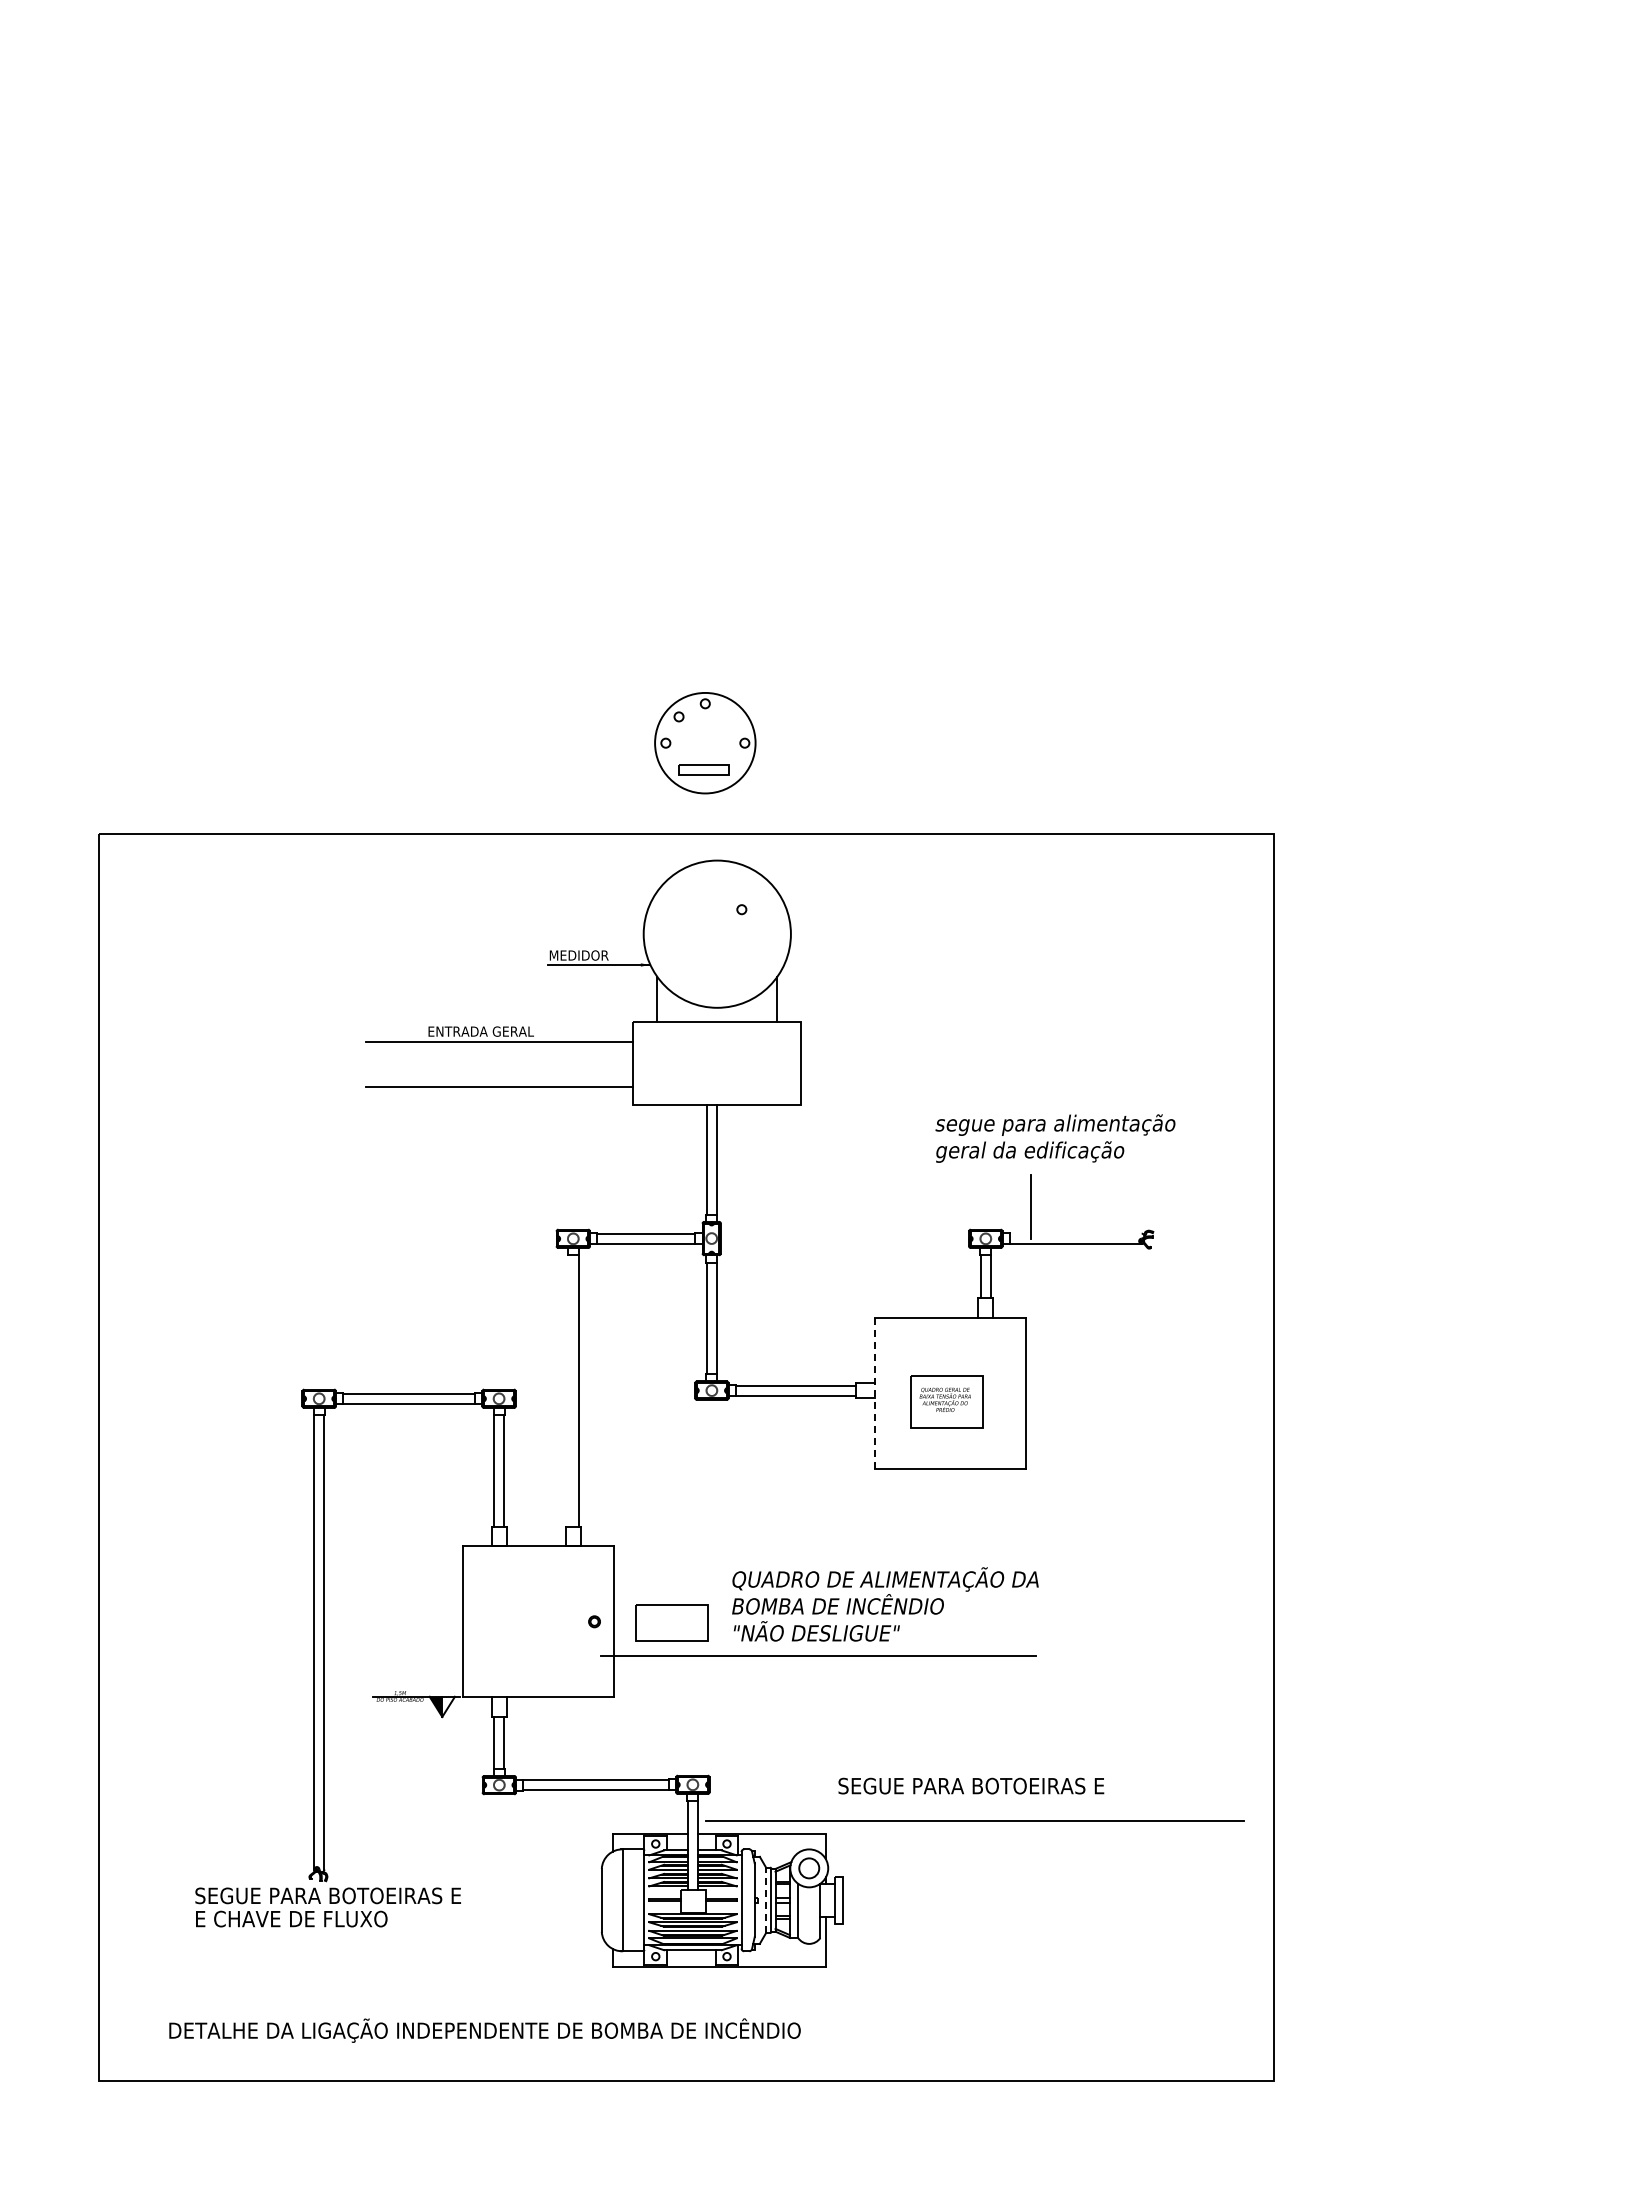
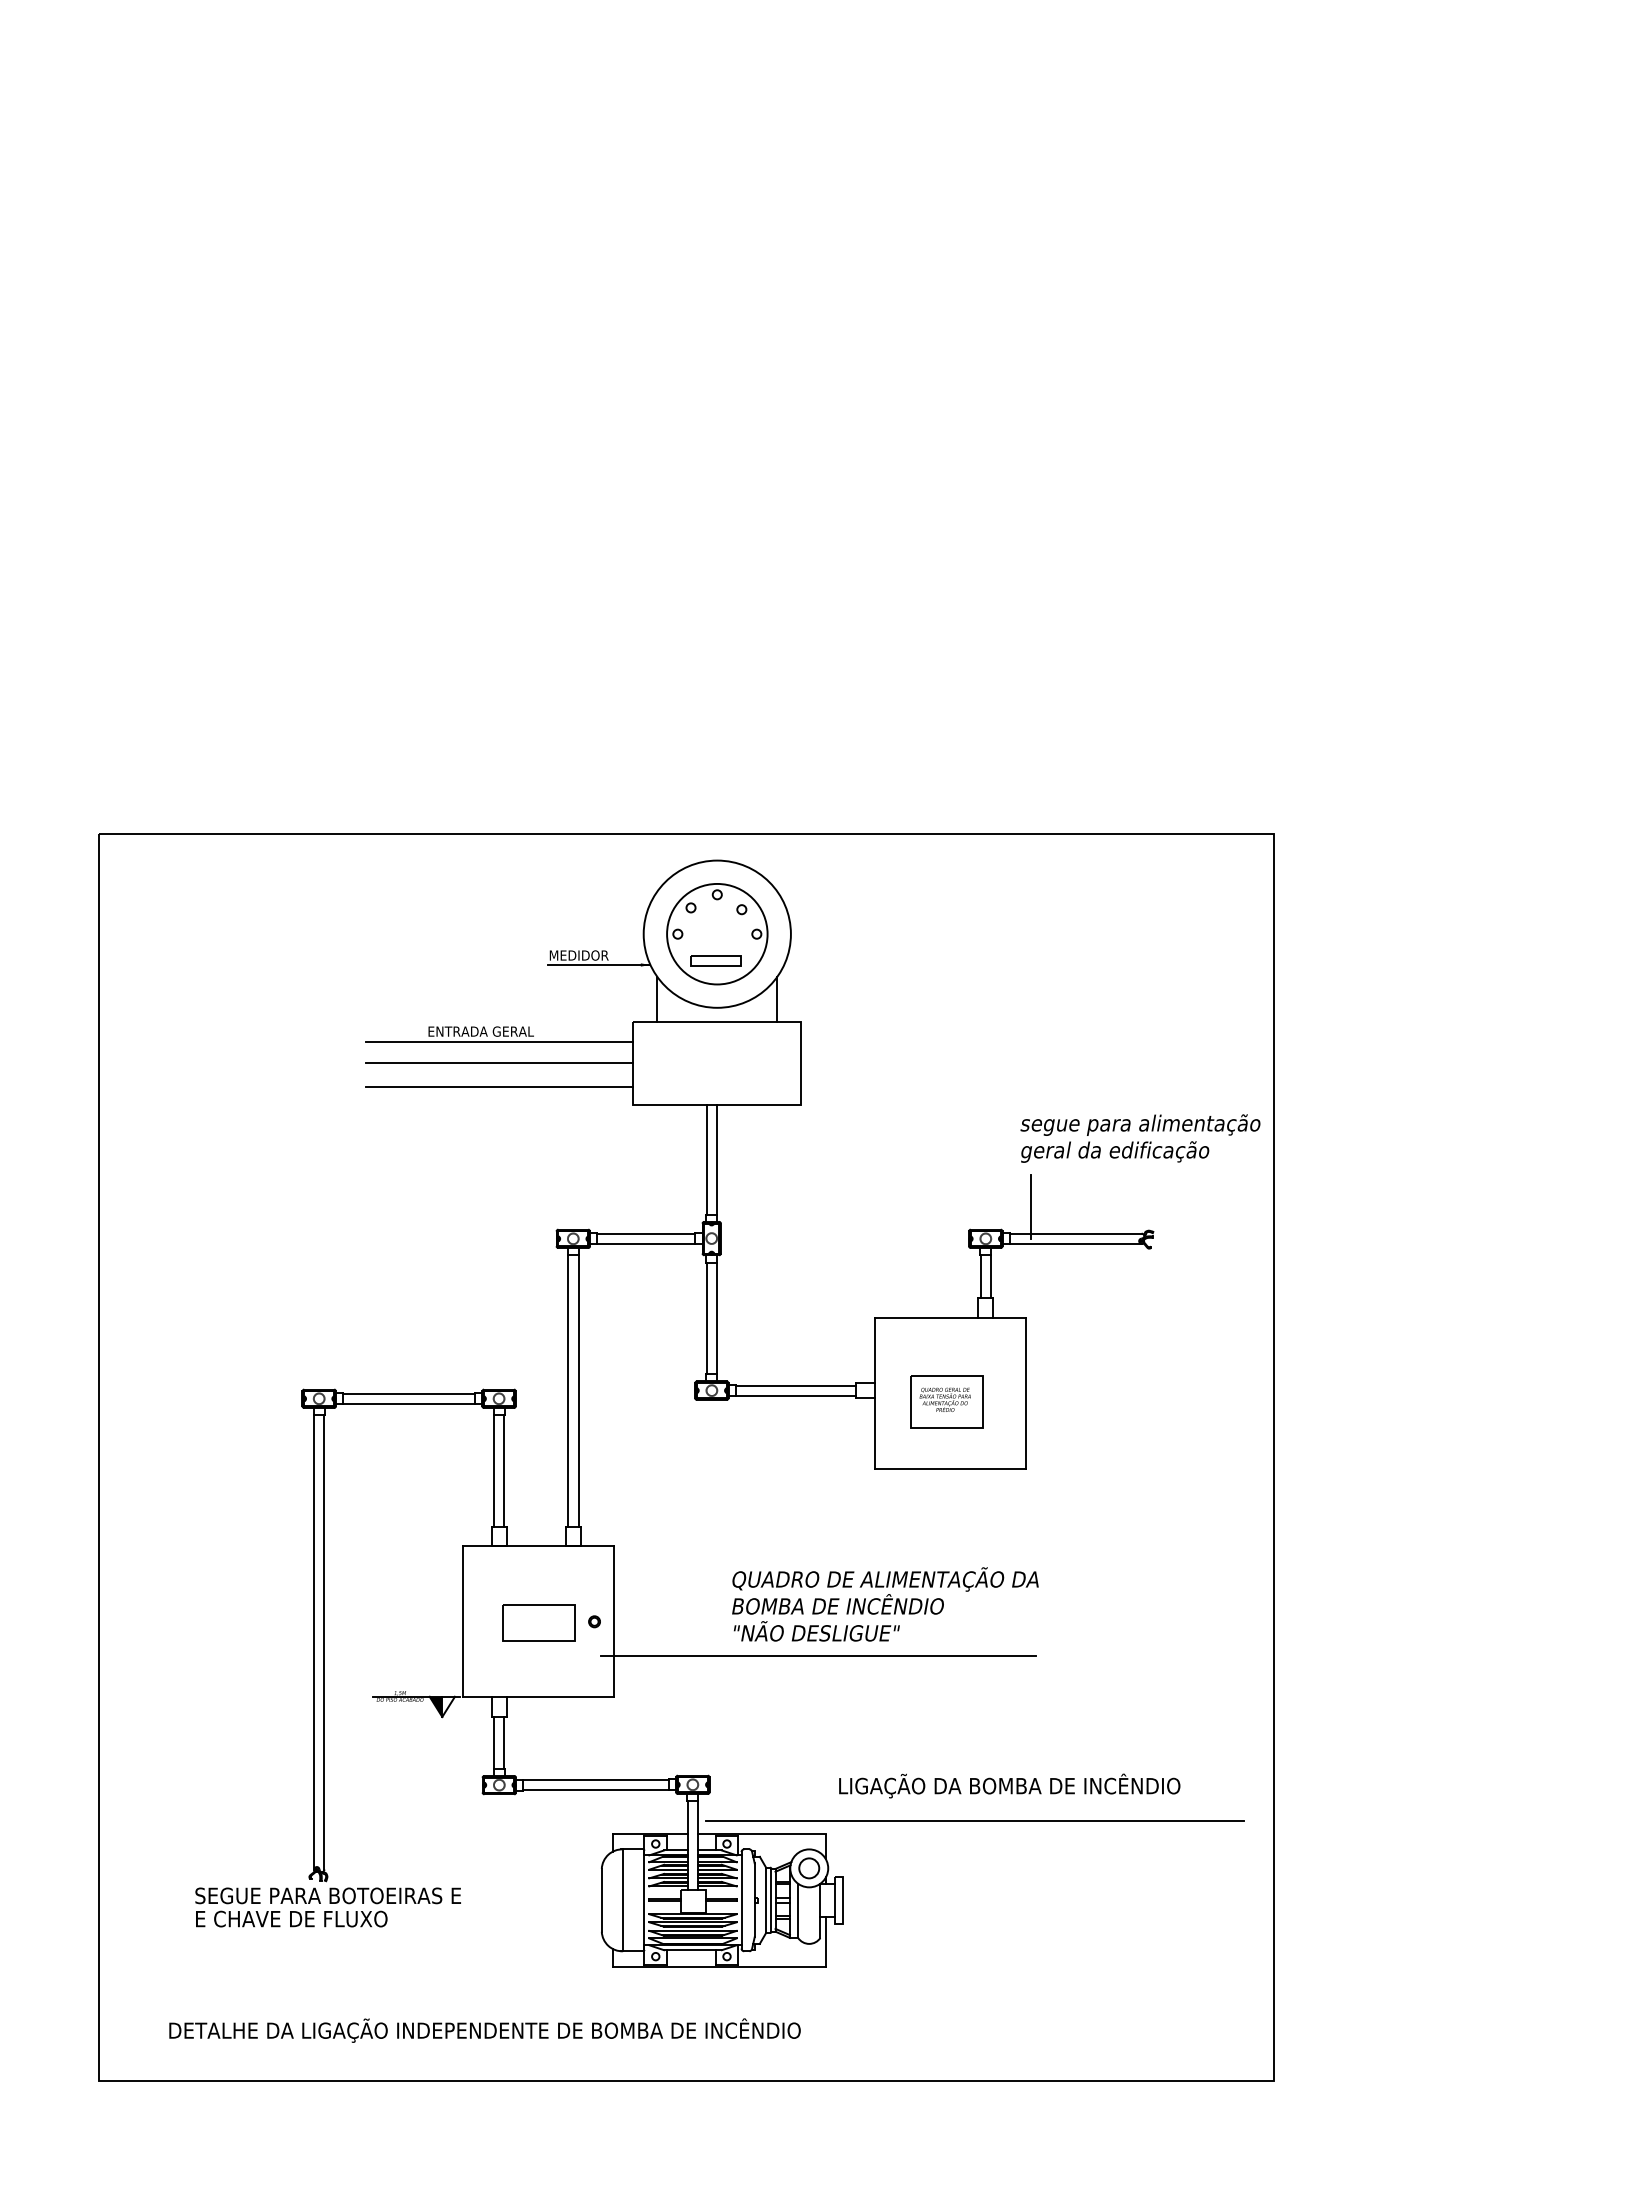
part at (705, 743) position: (705, 743) -> (717, 934)
line at (499, 1063): none -> present
text at (1055, 1138) position: (1055, 1138) -> (1140, 1138)
line at (1075, 1233): none -> present
line at (568, 1390): none -> present
line at (874, 1393): dashed -> solid
part at (671, 1622) position: (671, 1622) -> (538, 1622)
text at (1009, 1785): SEGUE PARA BOTOEIRAS E -> LIGAÇÃO DA BOMBA DE INCÊNDIO
line at (766, 1900): dashed -> solid
